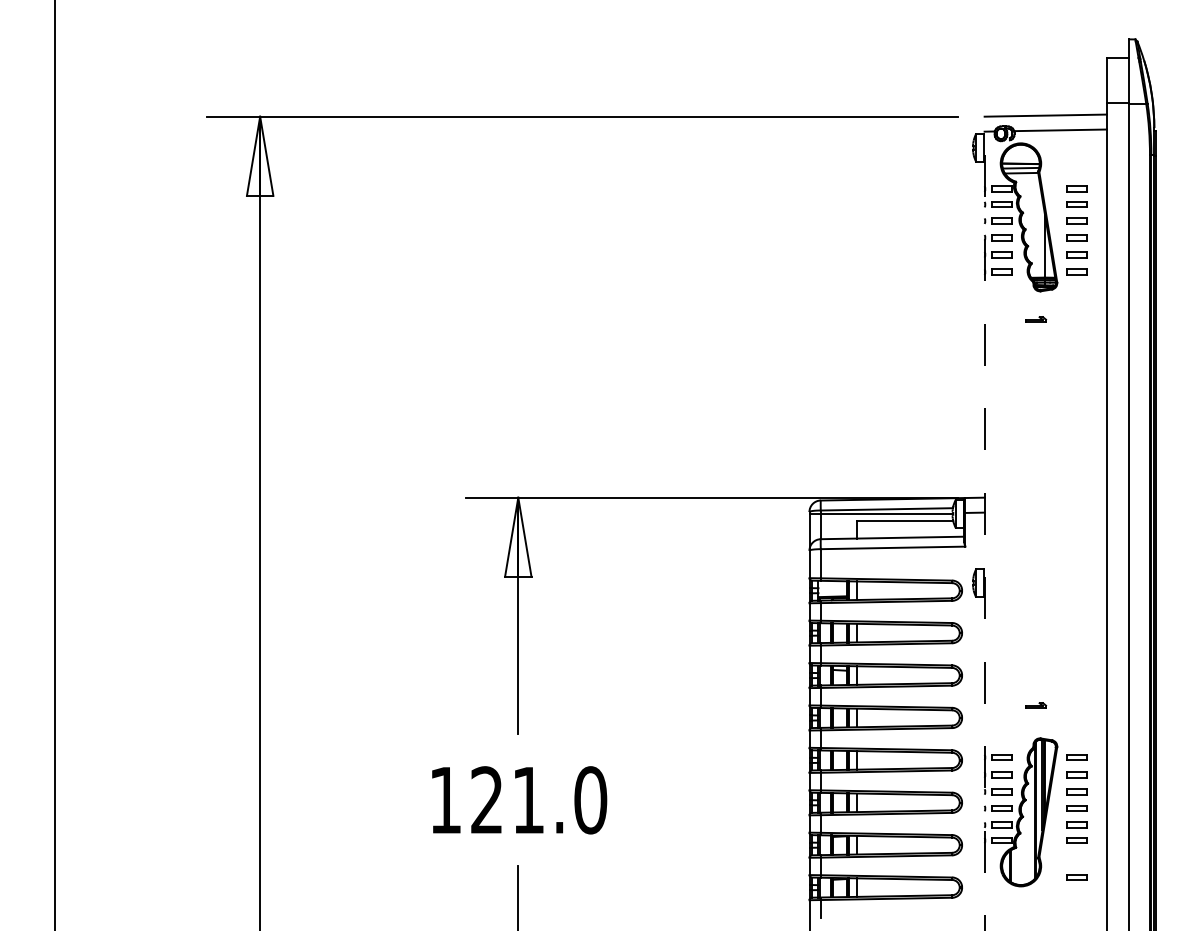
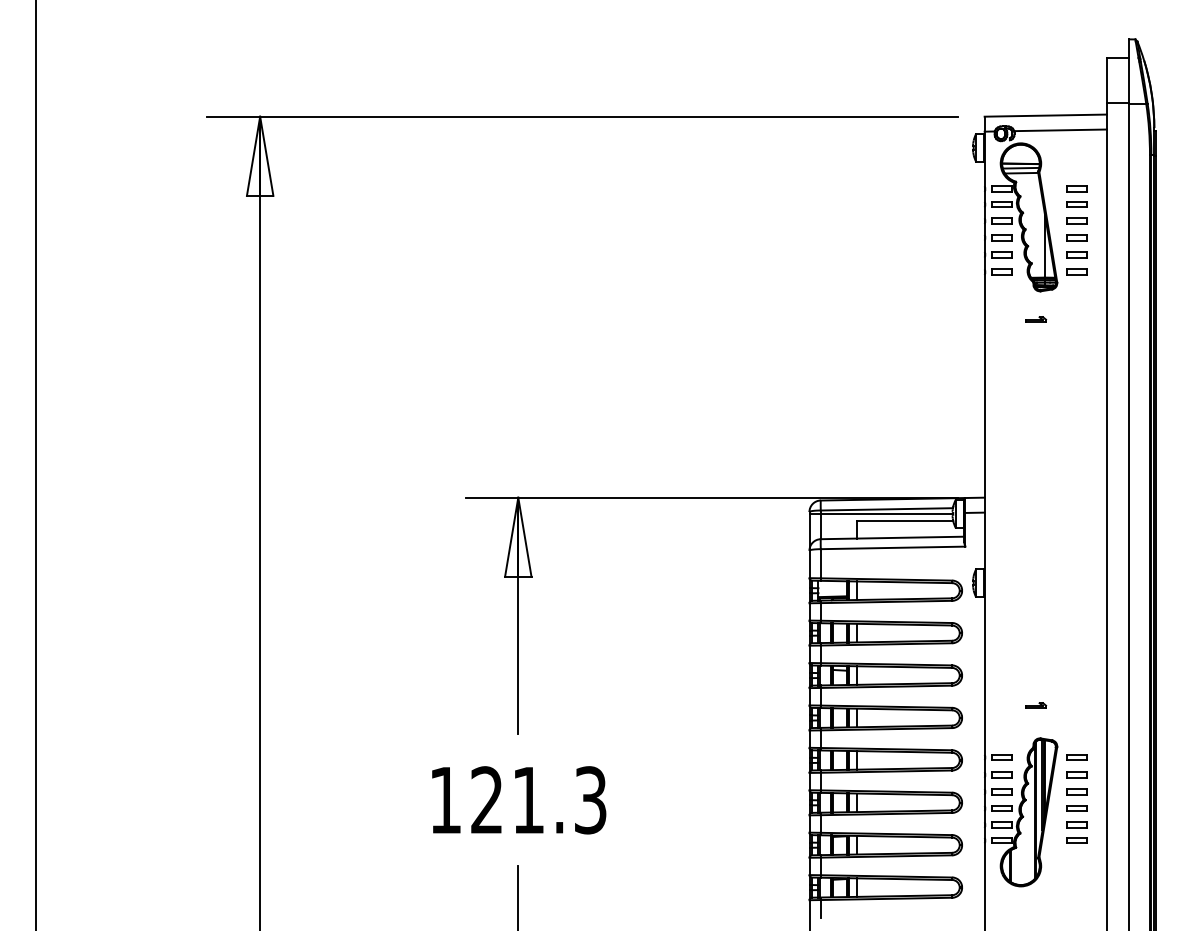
line at (54, 464) position: (54, 464) -> (35, 464)
line at (984, 523): dashed -> solid
text at (590, 800): 121.0 -> 121.3
part at (1076, 877): present -> none
